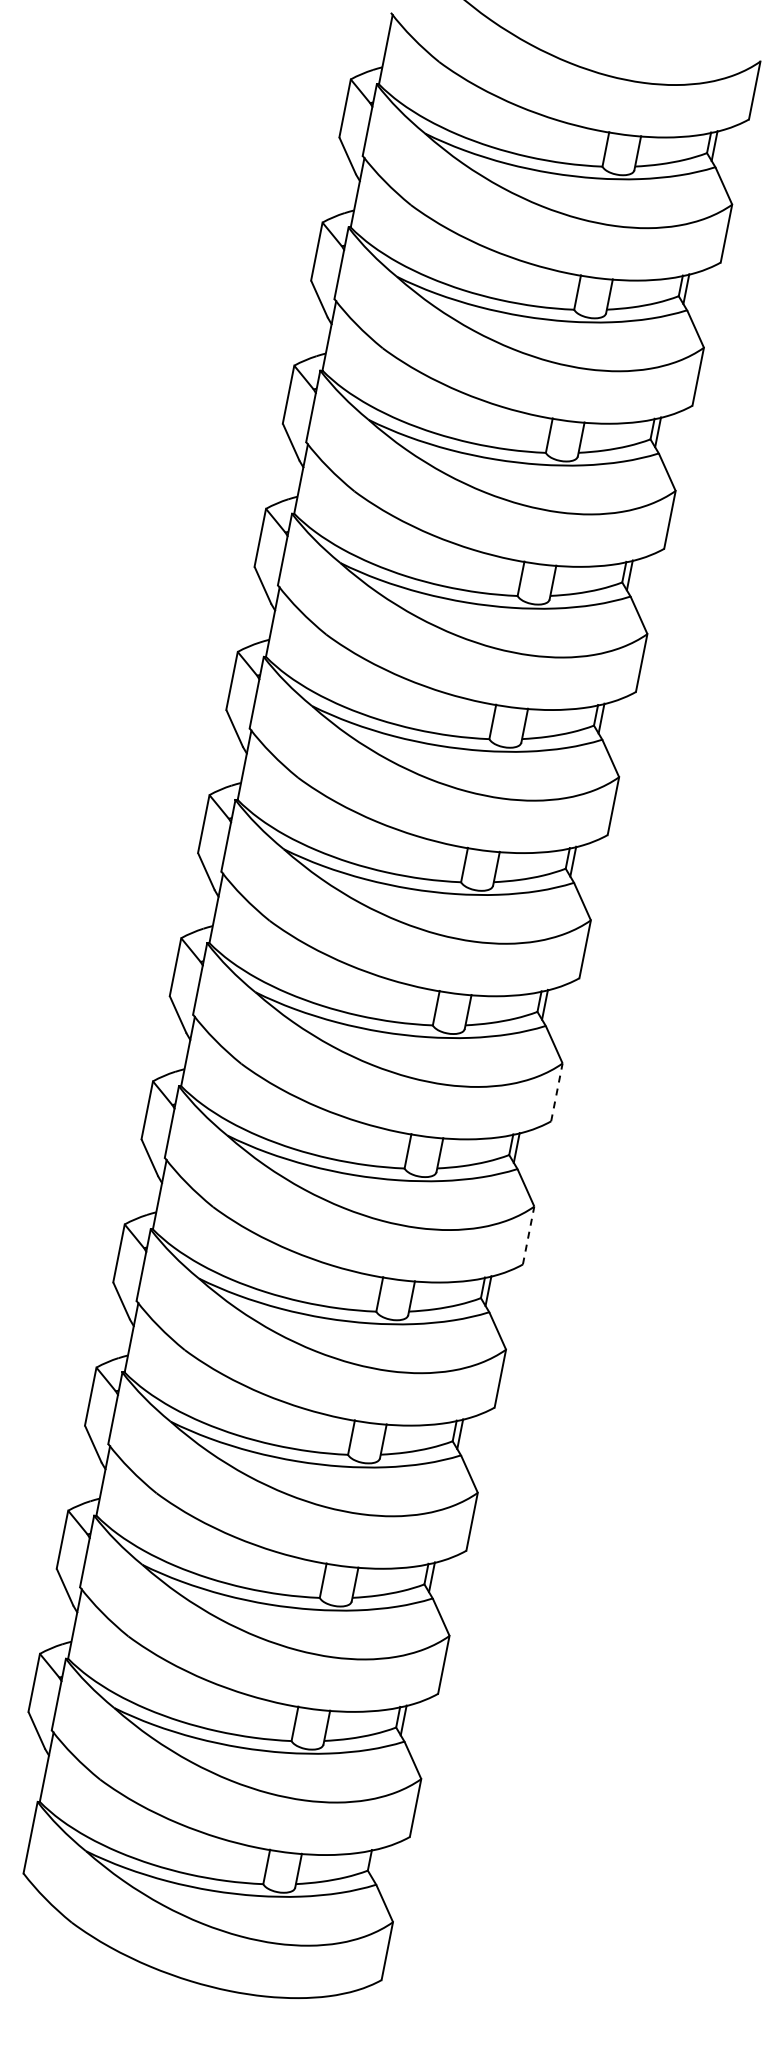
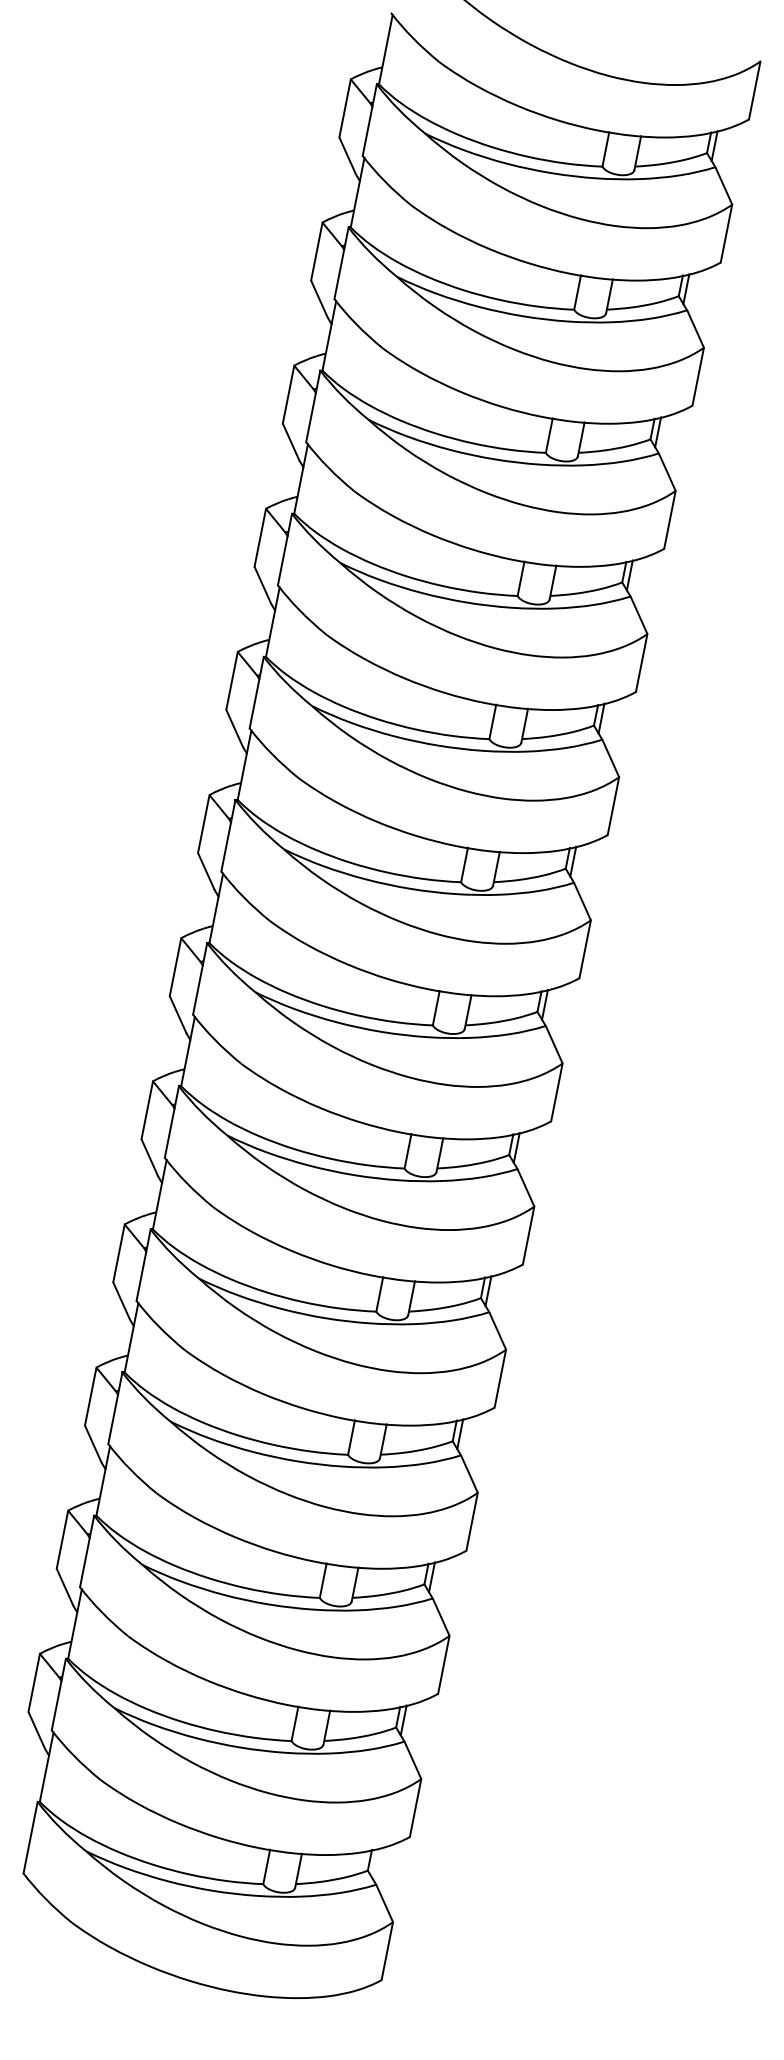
line at (556, 1092): dashed -> solid
line at (528, 1235): dashed -> solid
